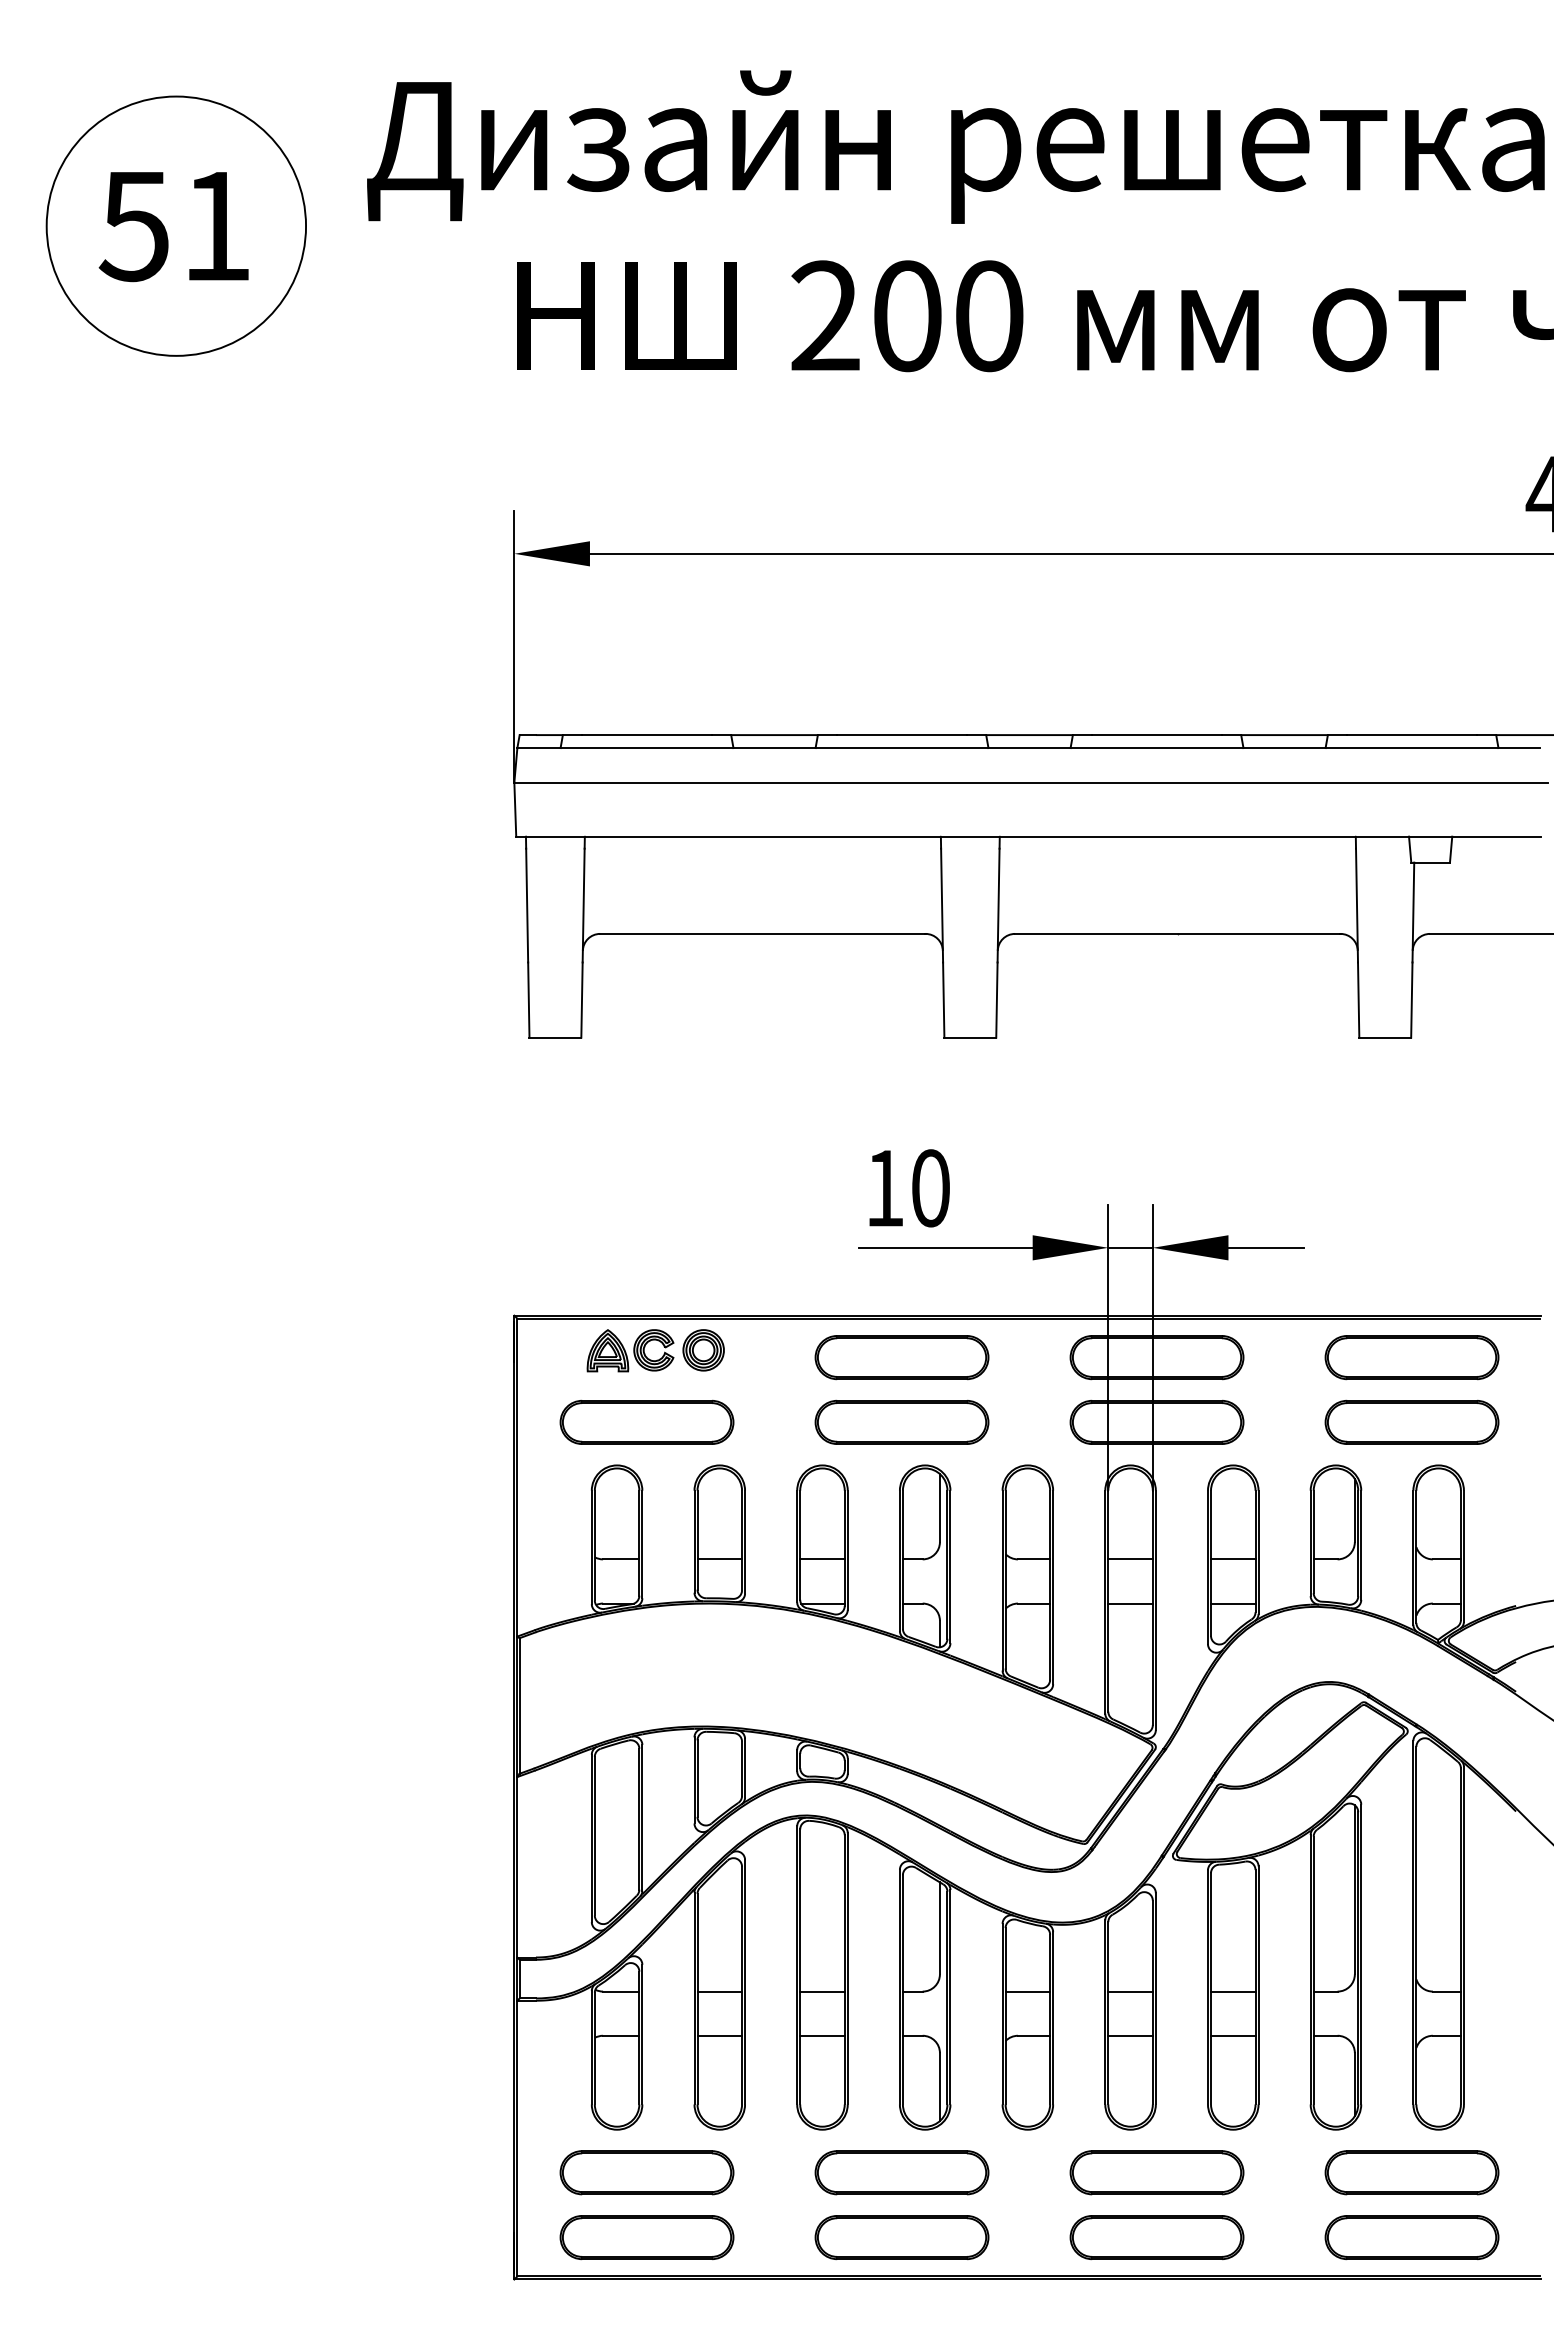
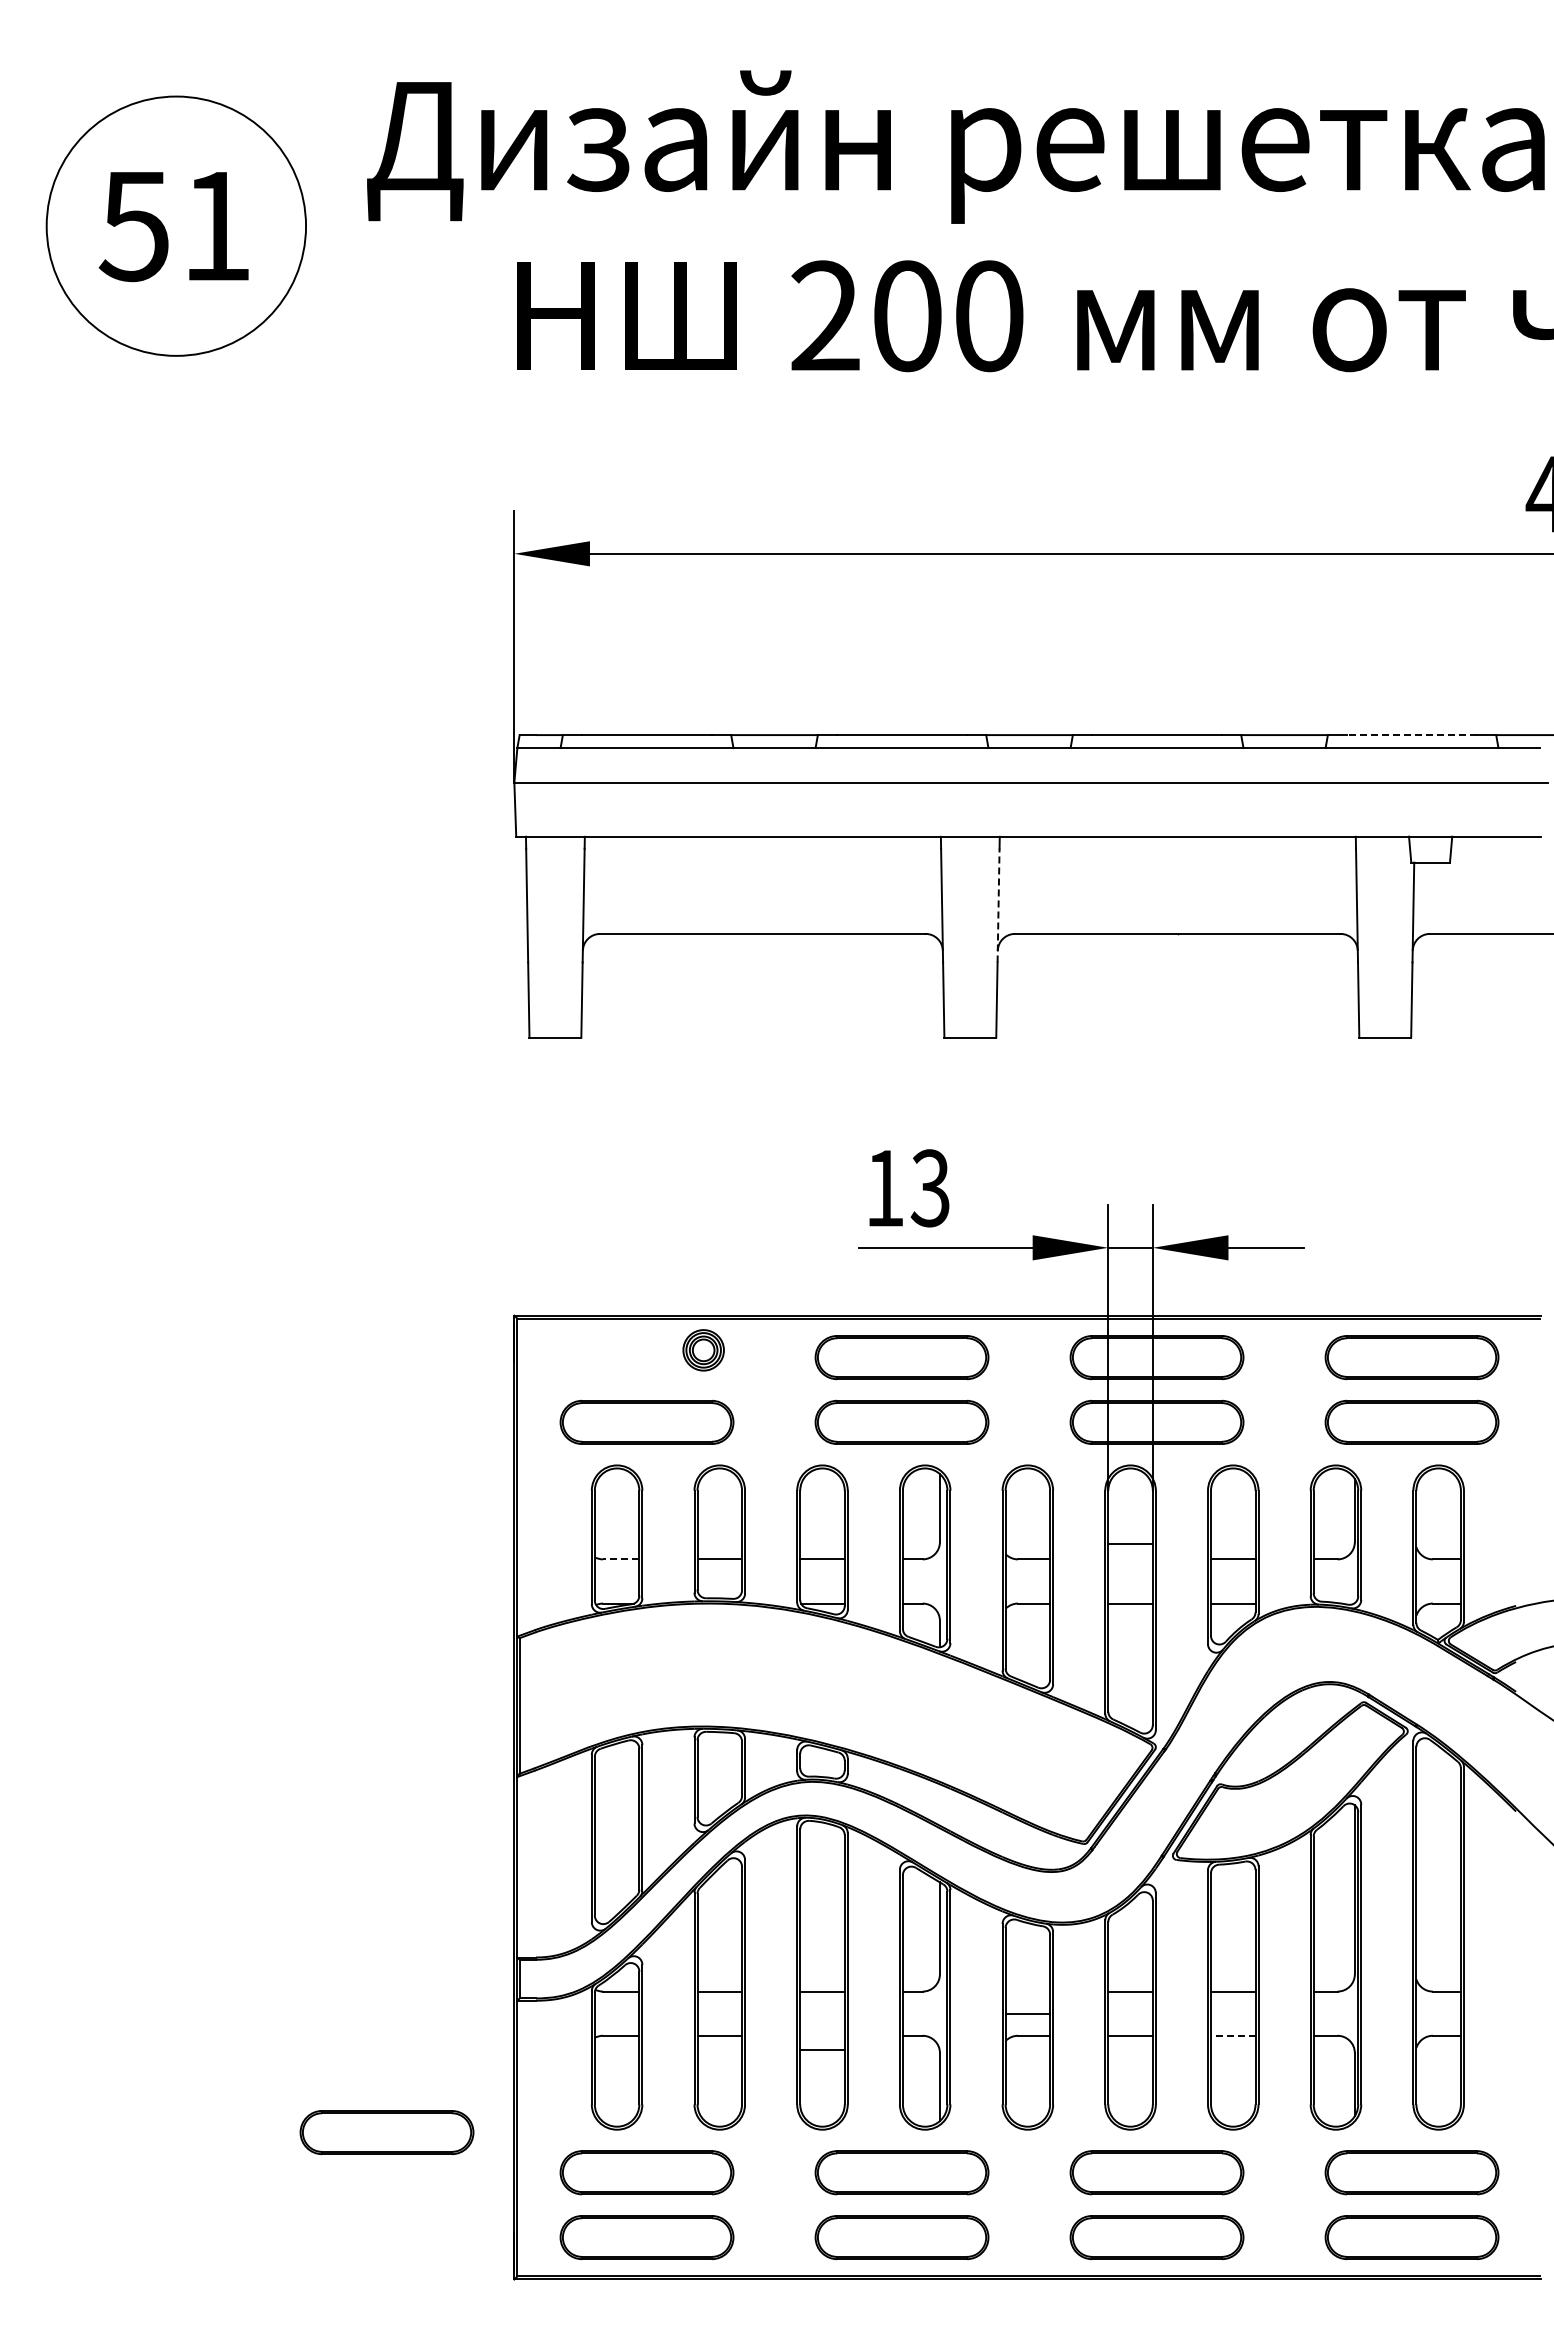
line at (1412, 735): solid -> dashed
line at (998, 905): solid -> dashed
text at (929, 1188): 10 -> 13
part at (630, 1350): present -> none
line at (620, 1559): solid -> dashed
line at (1130, 1559) position: (1130, 1559) -> (1130, 1544)
line at (1027, 1991) position: (1027, 1991) -> (1027, 2013)
line at (822, 2035) position: (822, 2035) -> (822, 2049)
line at (1232, 2035): solid -> dashed
part at (386, 2132): none -> present
